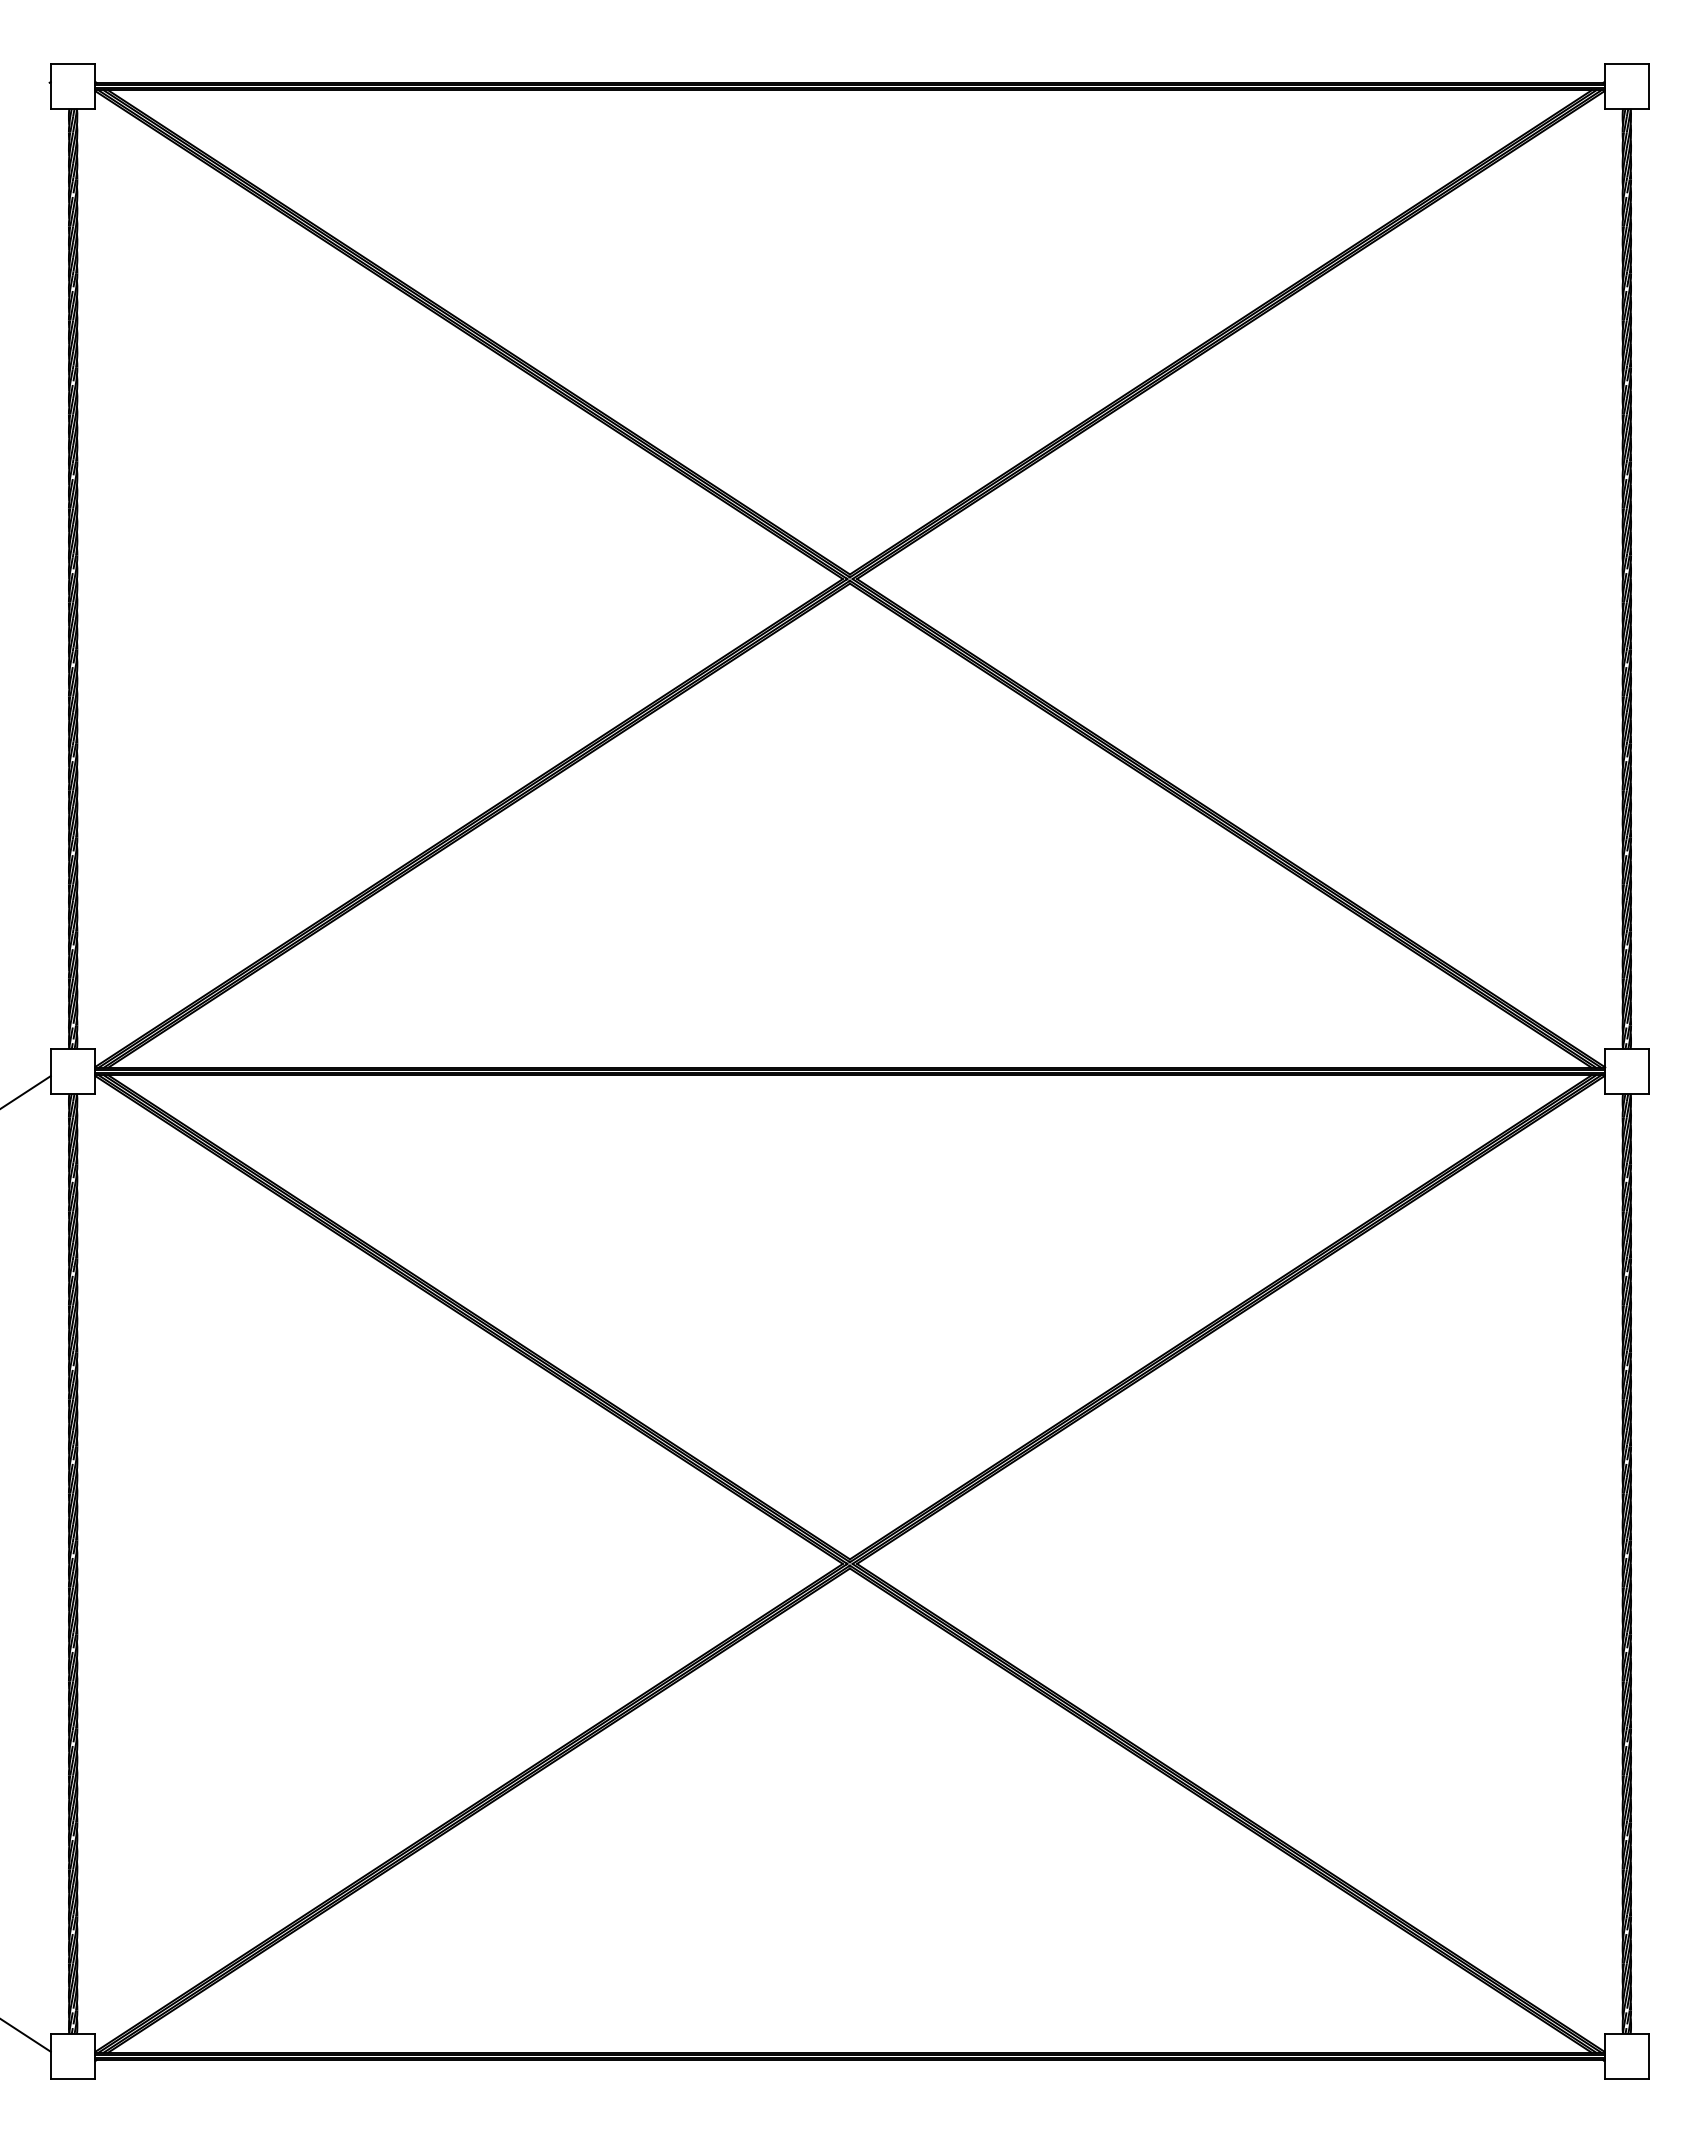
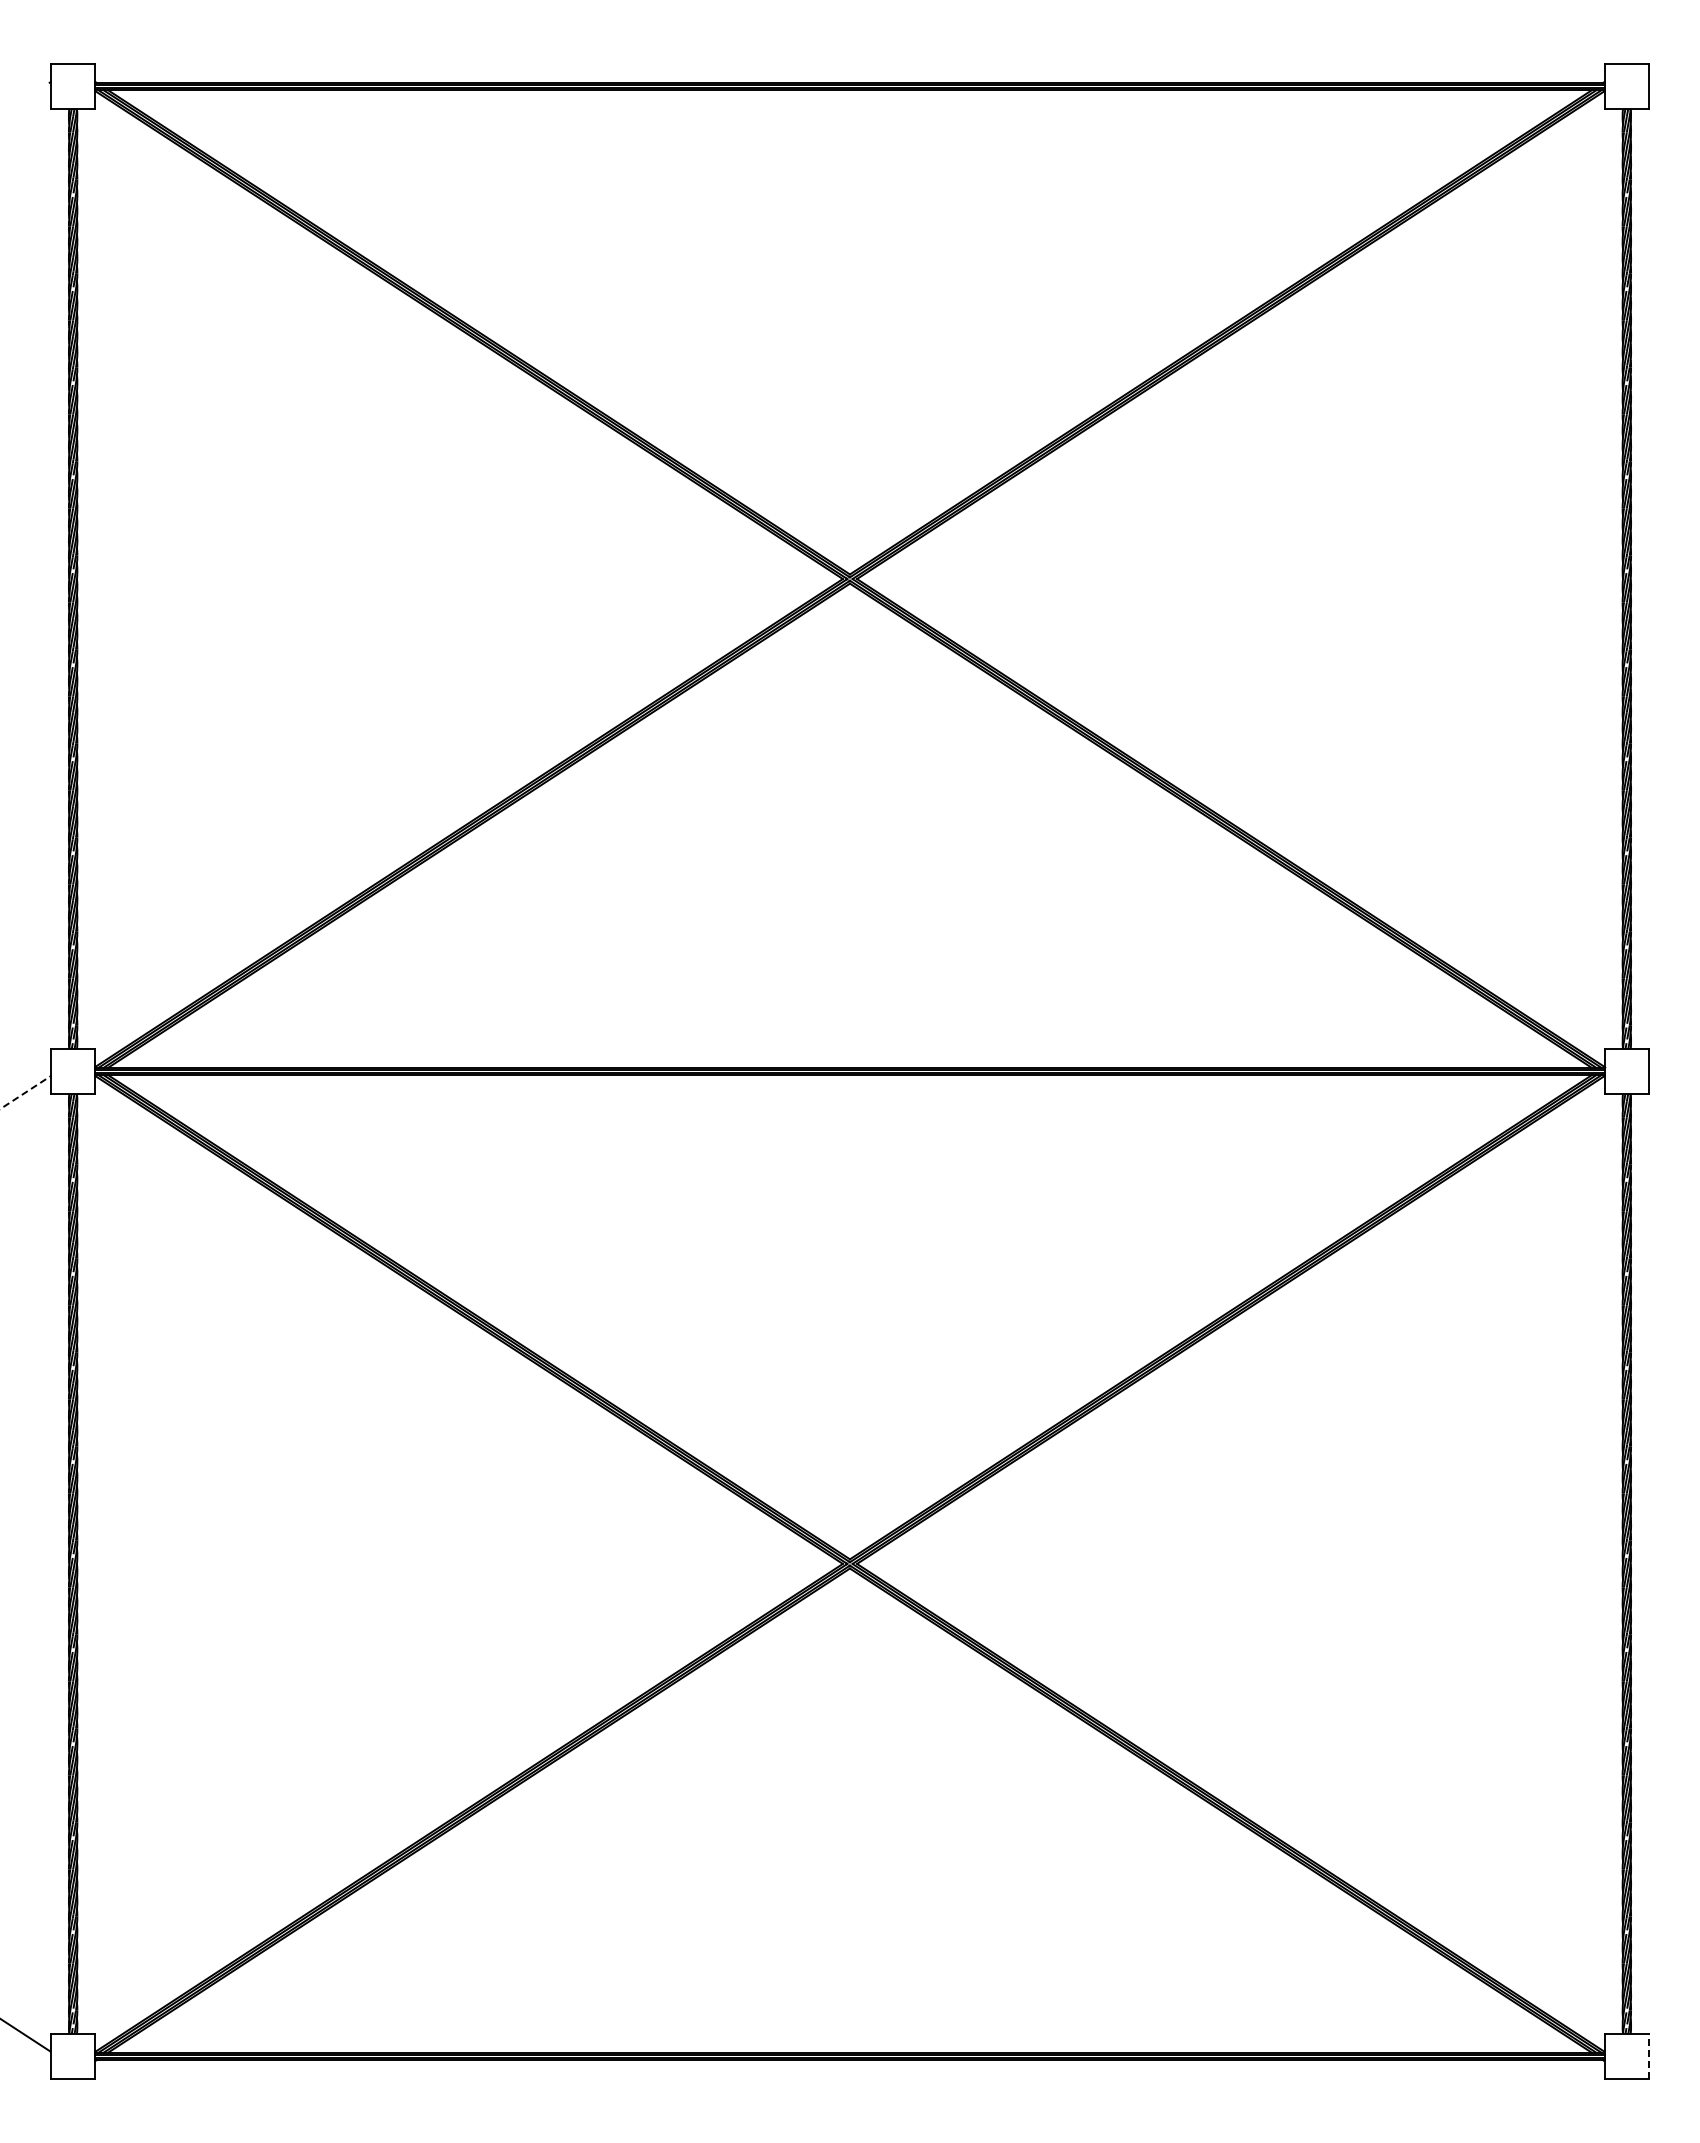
line at (25, 1092): solid -> dashed
line at (1649, 2055): solid -> dashed
